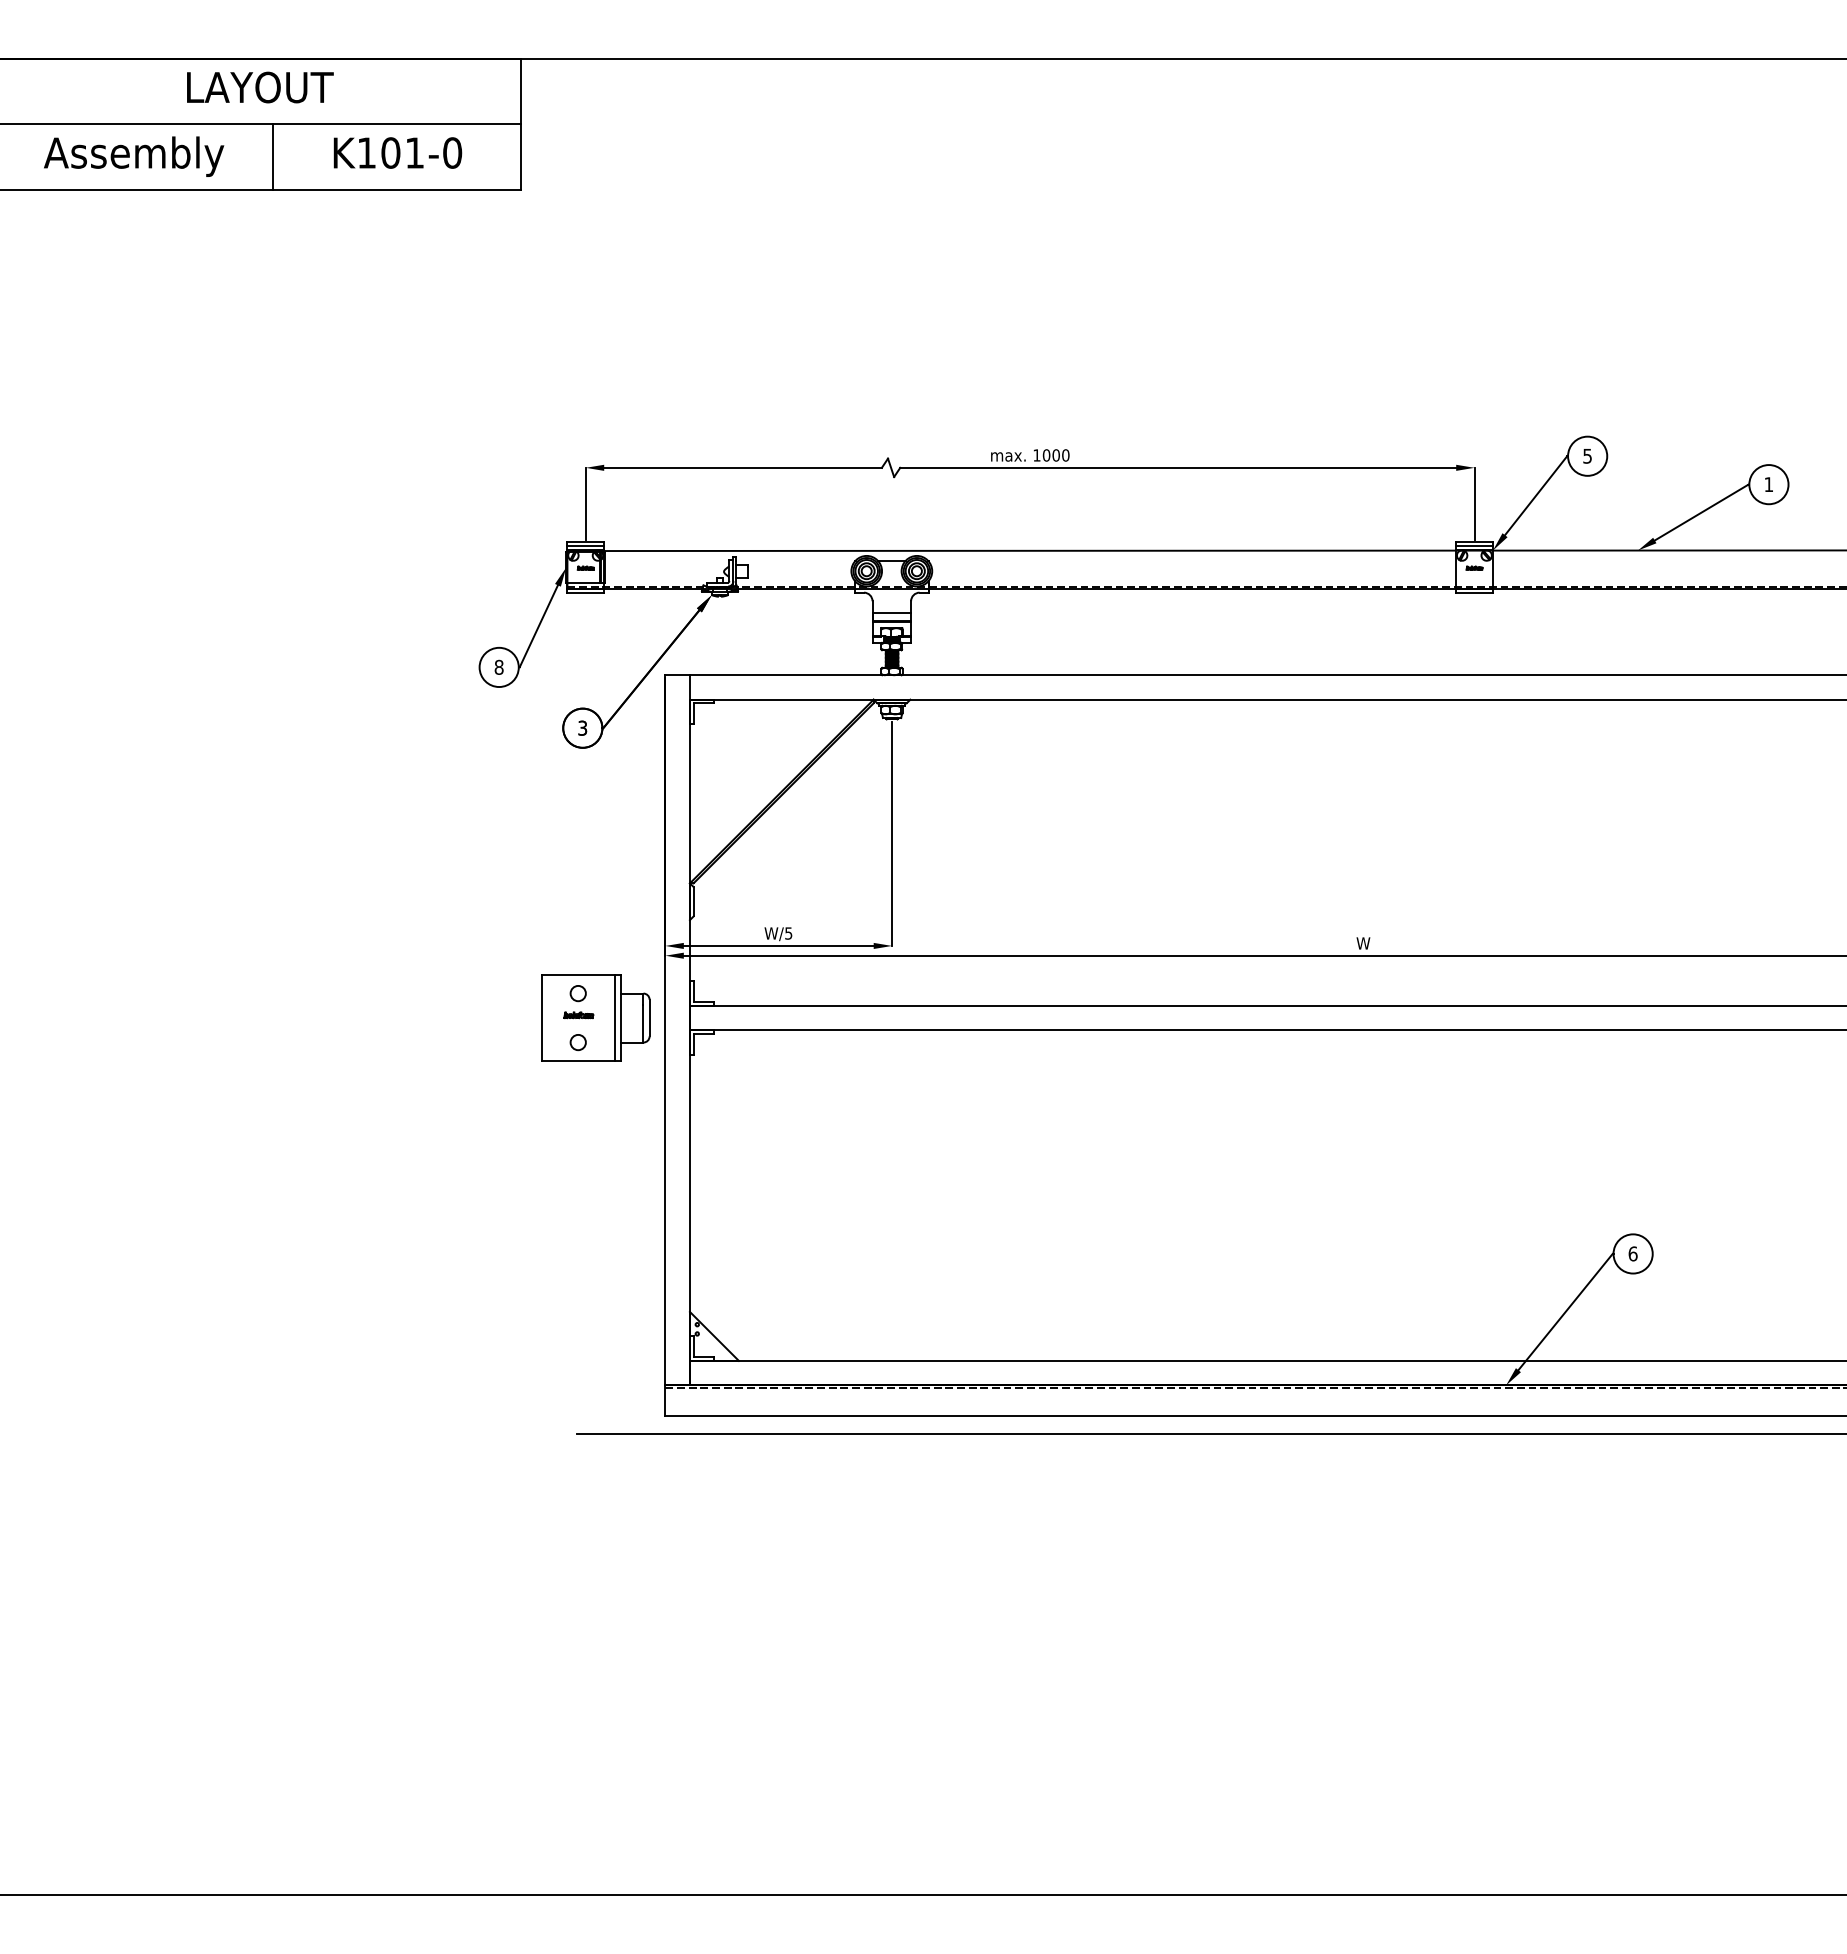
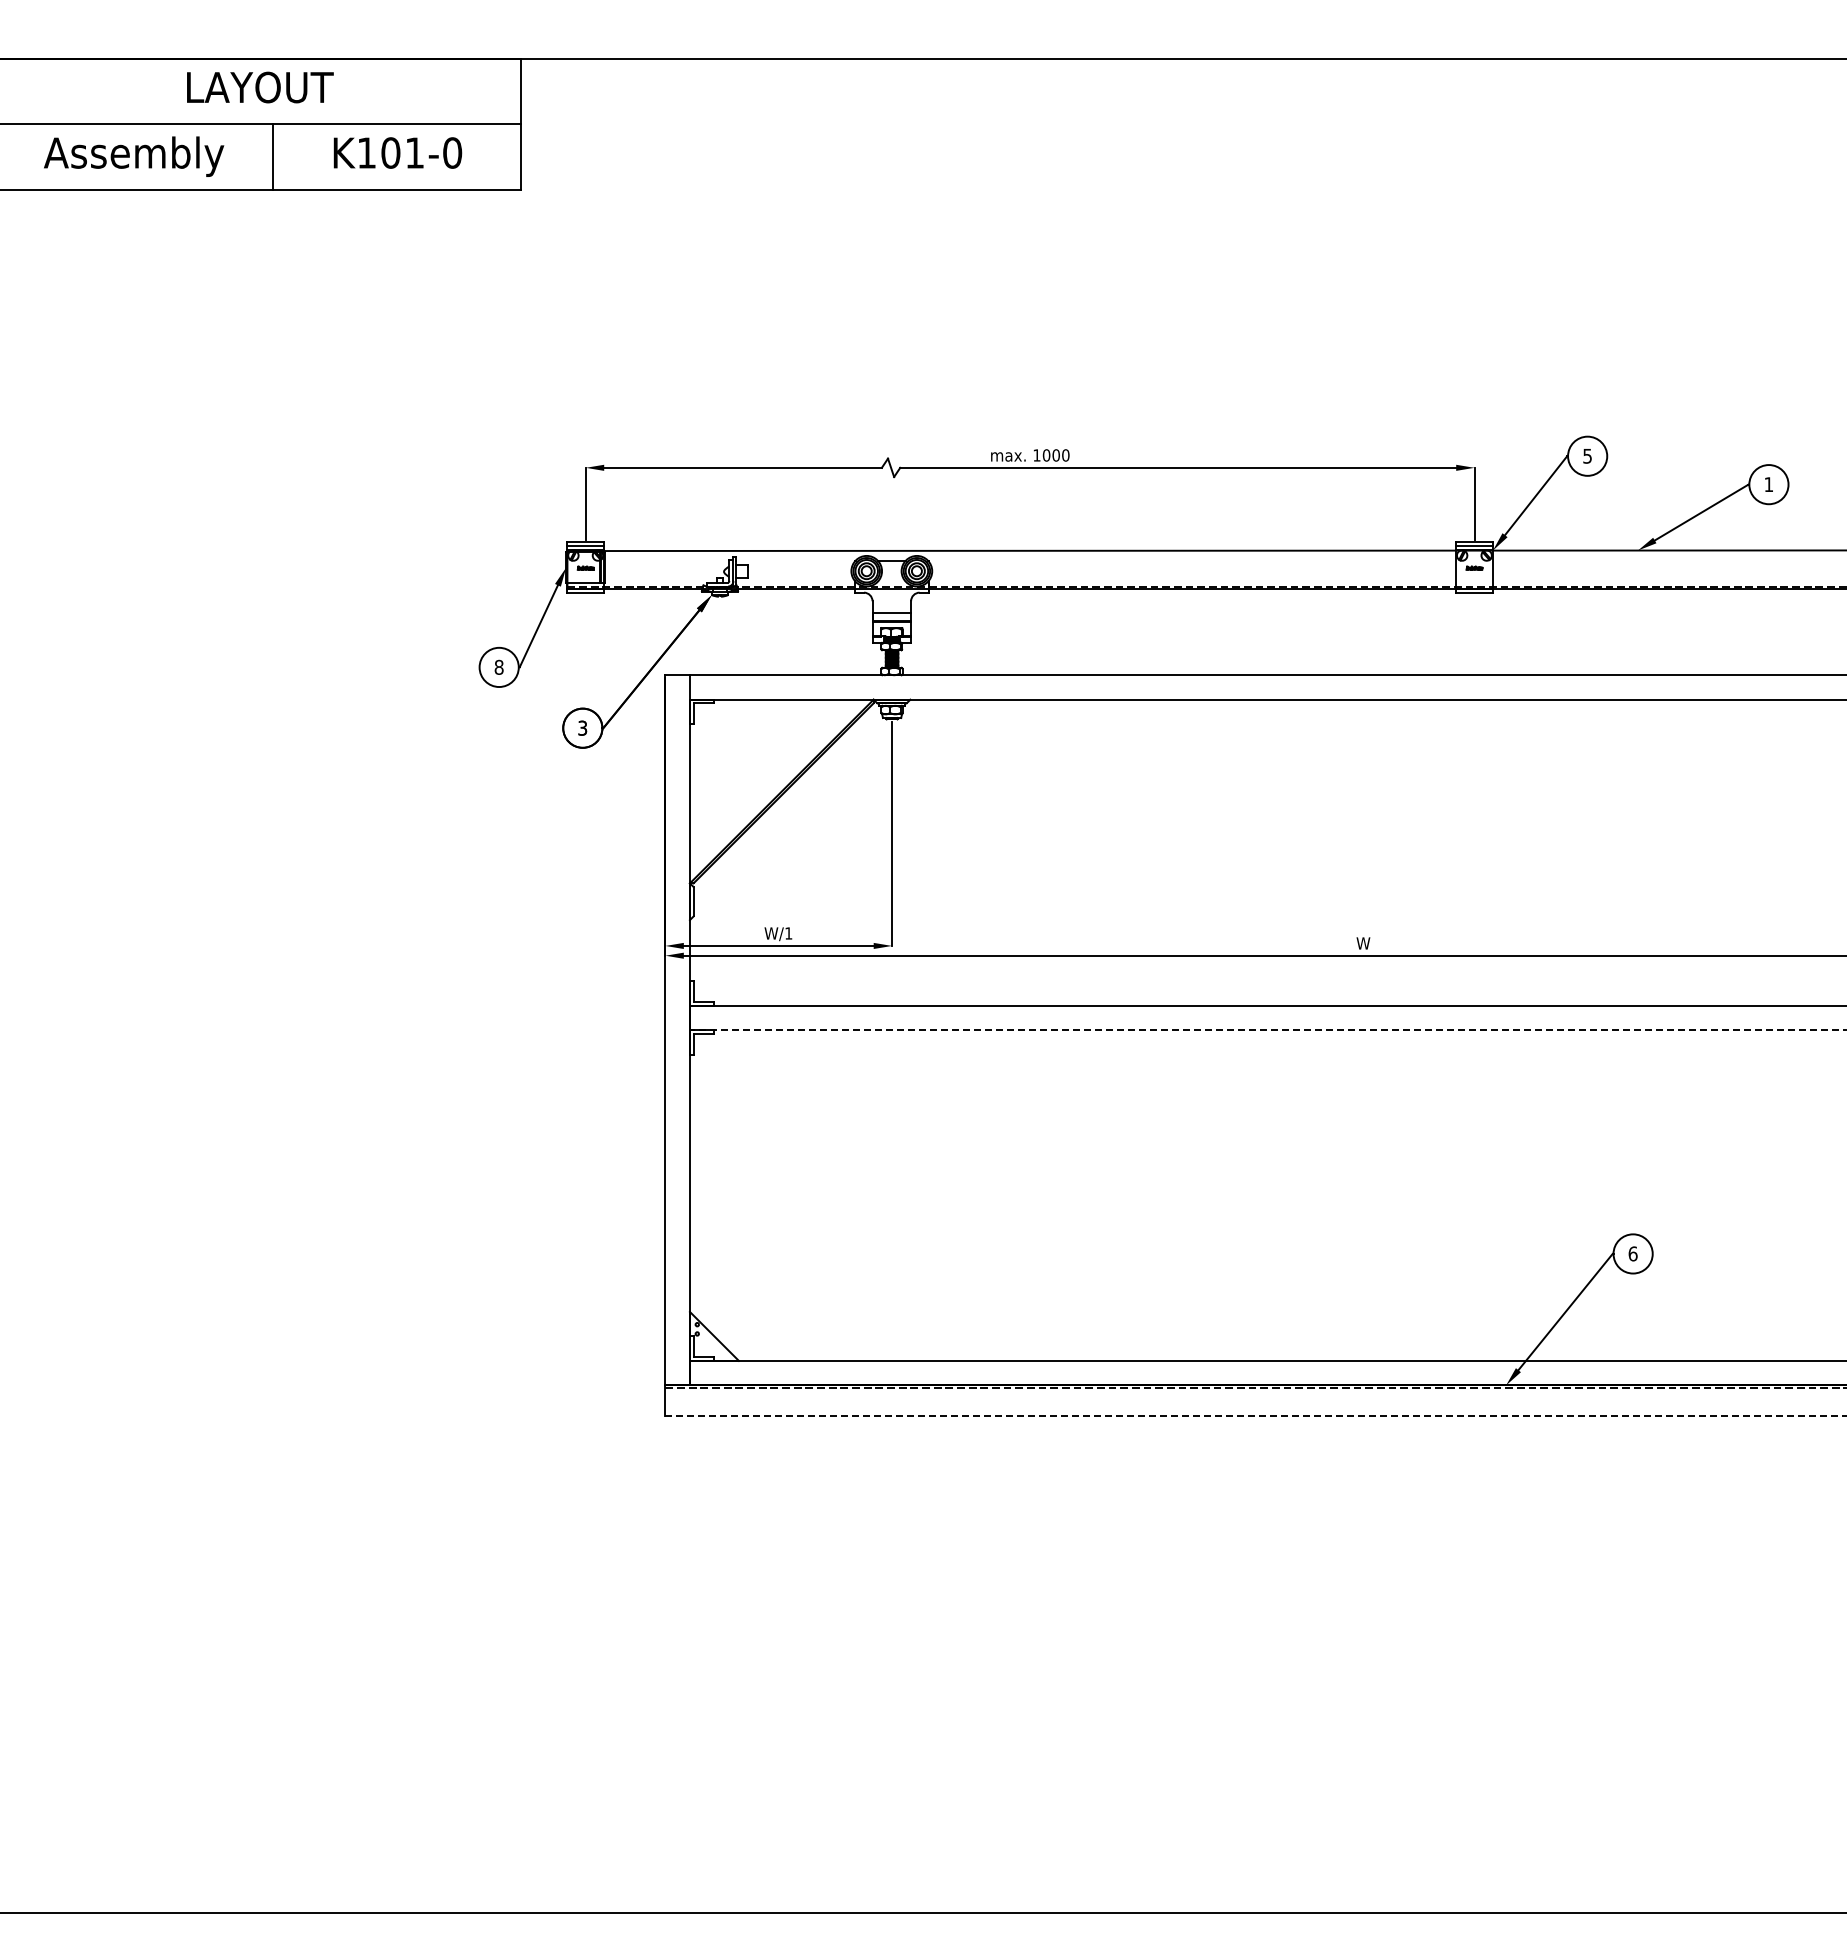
text at (788, 933): W/5 -> W/1
part at (595, 1017): present -> none
line at (1267, 1030): solid -> dashed
line at (1256, 1416): solid -> dashed
line at (1210, 1434): present -> none
line at (922, 1895) position: (922, 1895) -> (922, 1913)
